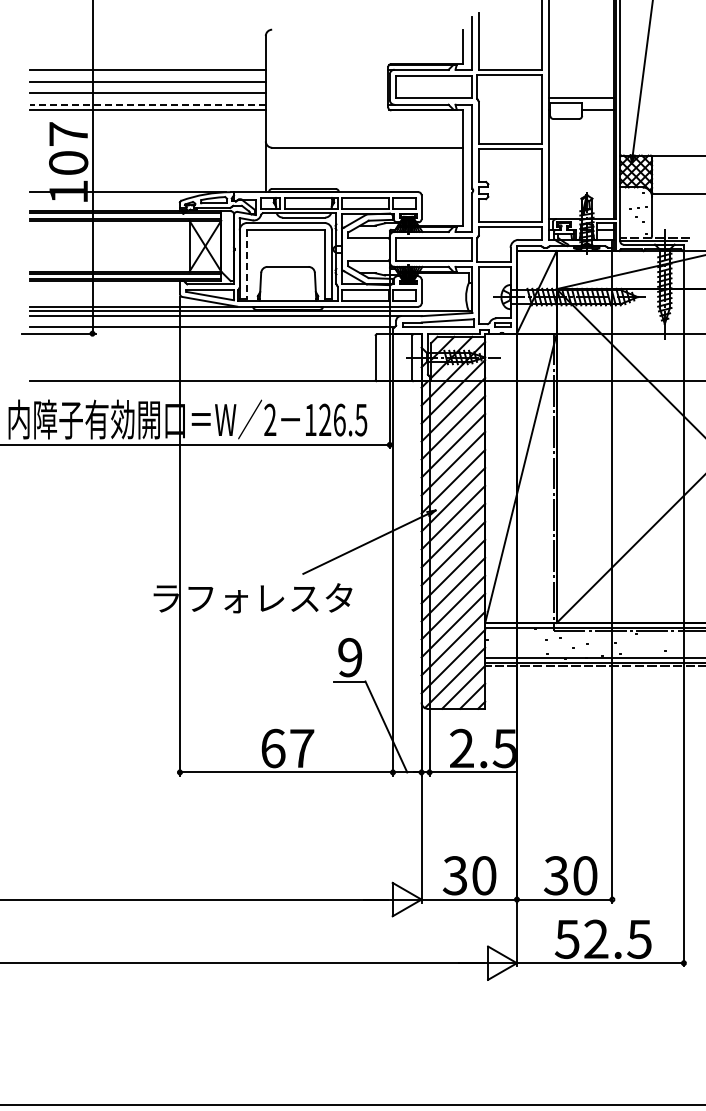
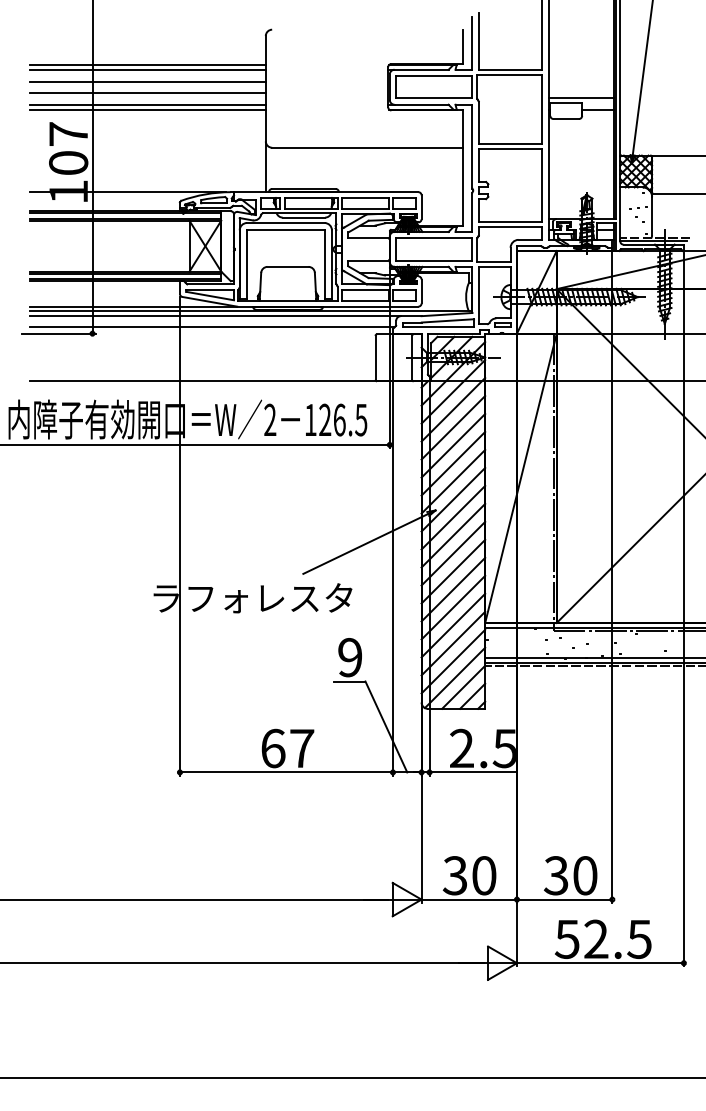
line at (147, 64): none -> present
line at (147, 104): dashed -> solid
line at (247, 265): dashed -> solid
line at (352, 1104) position: (352, 1104) -> (352, 1077)
